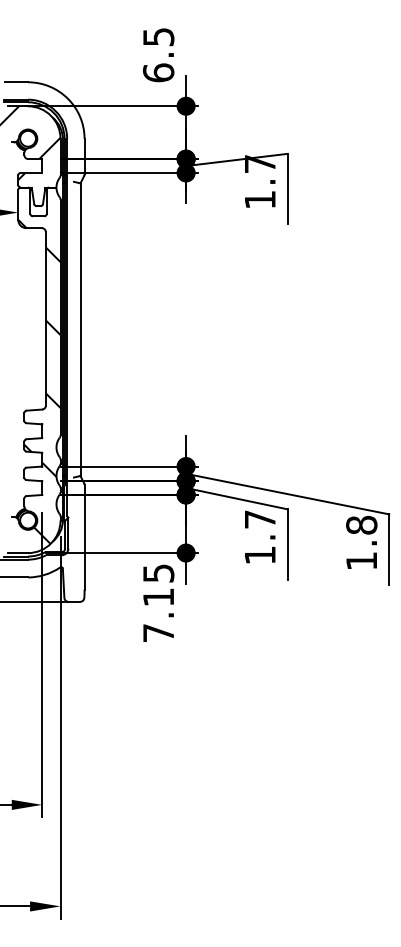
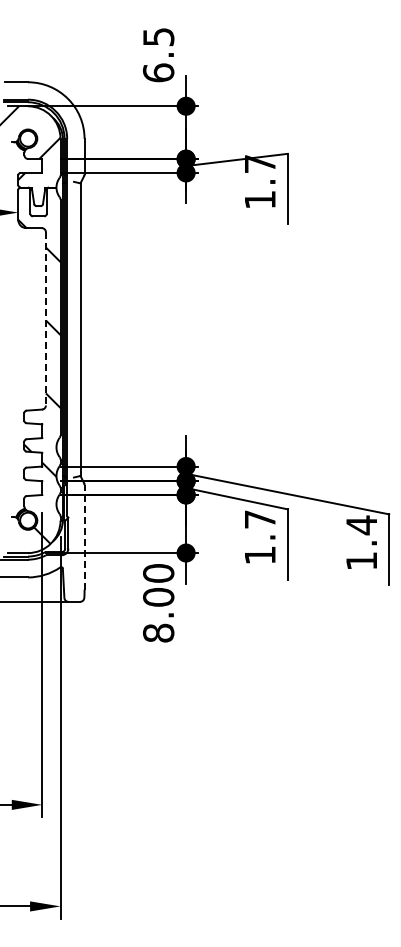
line at (45, 318): solid -> dashed
text at (361, 525): 1.8 -> 1.4
line at (84, 536): solid -> dashed
text at (158, 603): 7.15 -> 8.00
